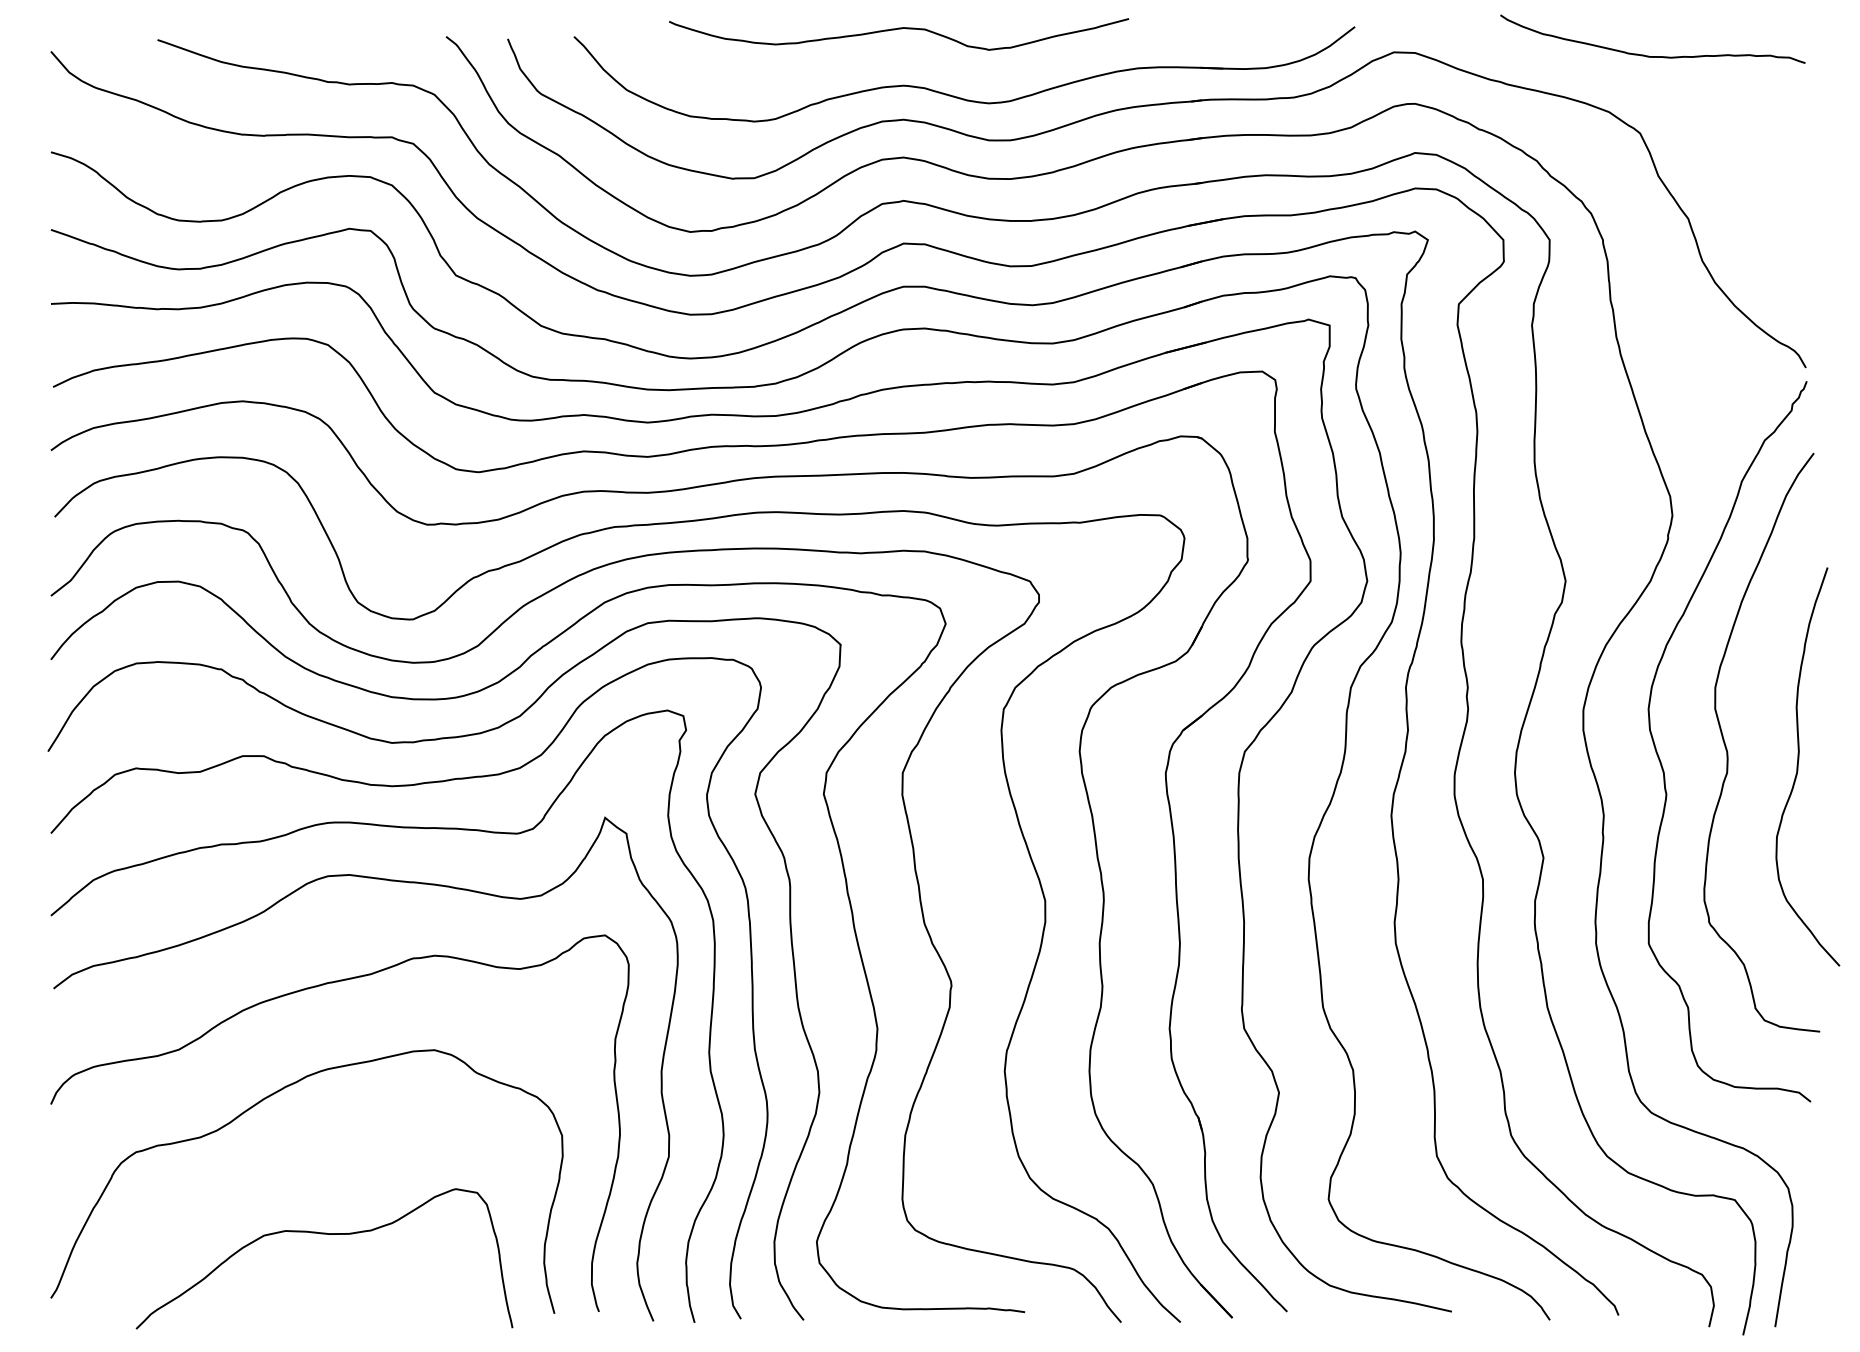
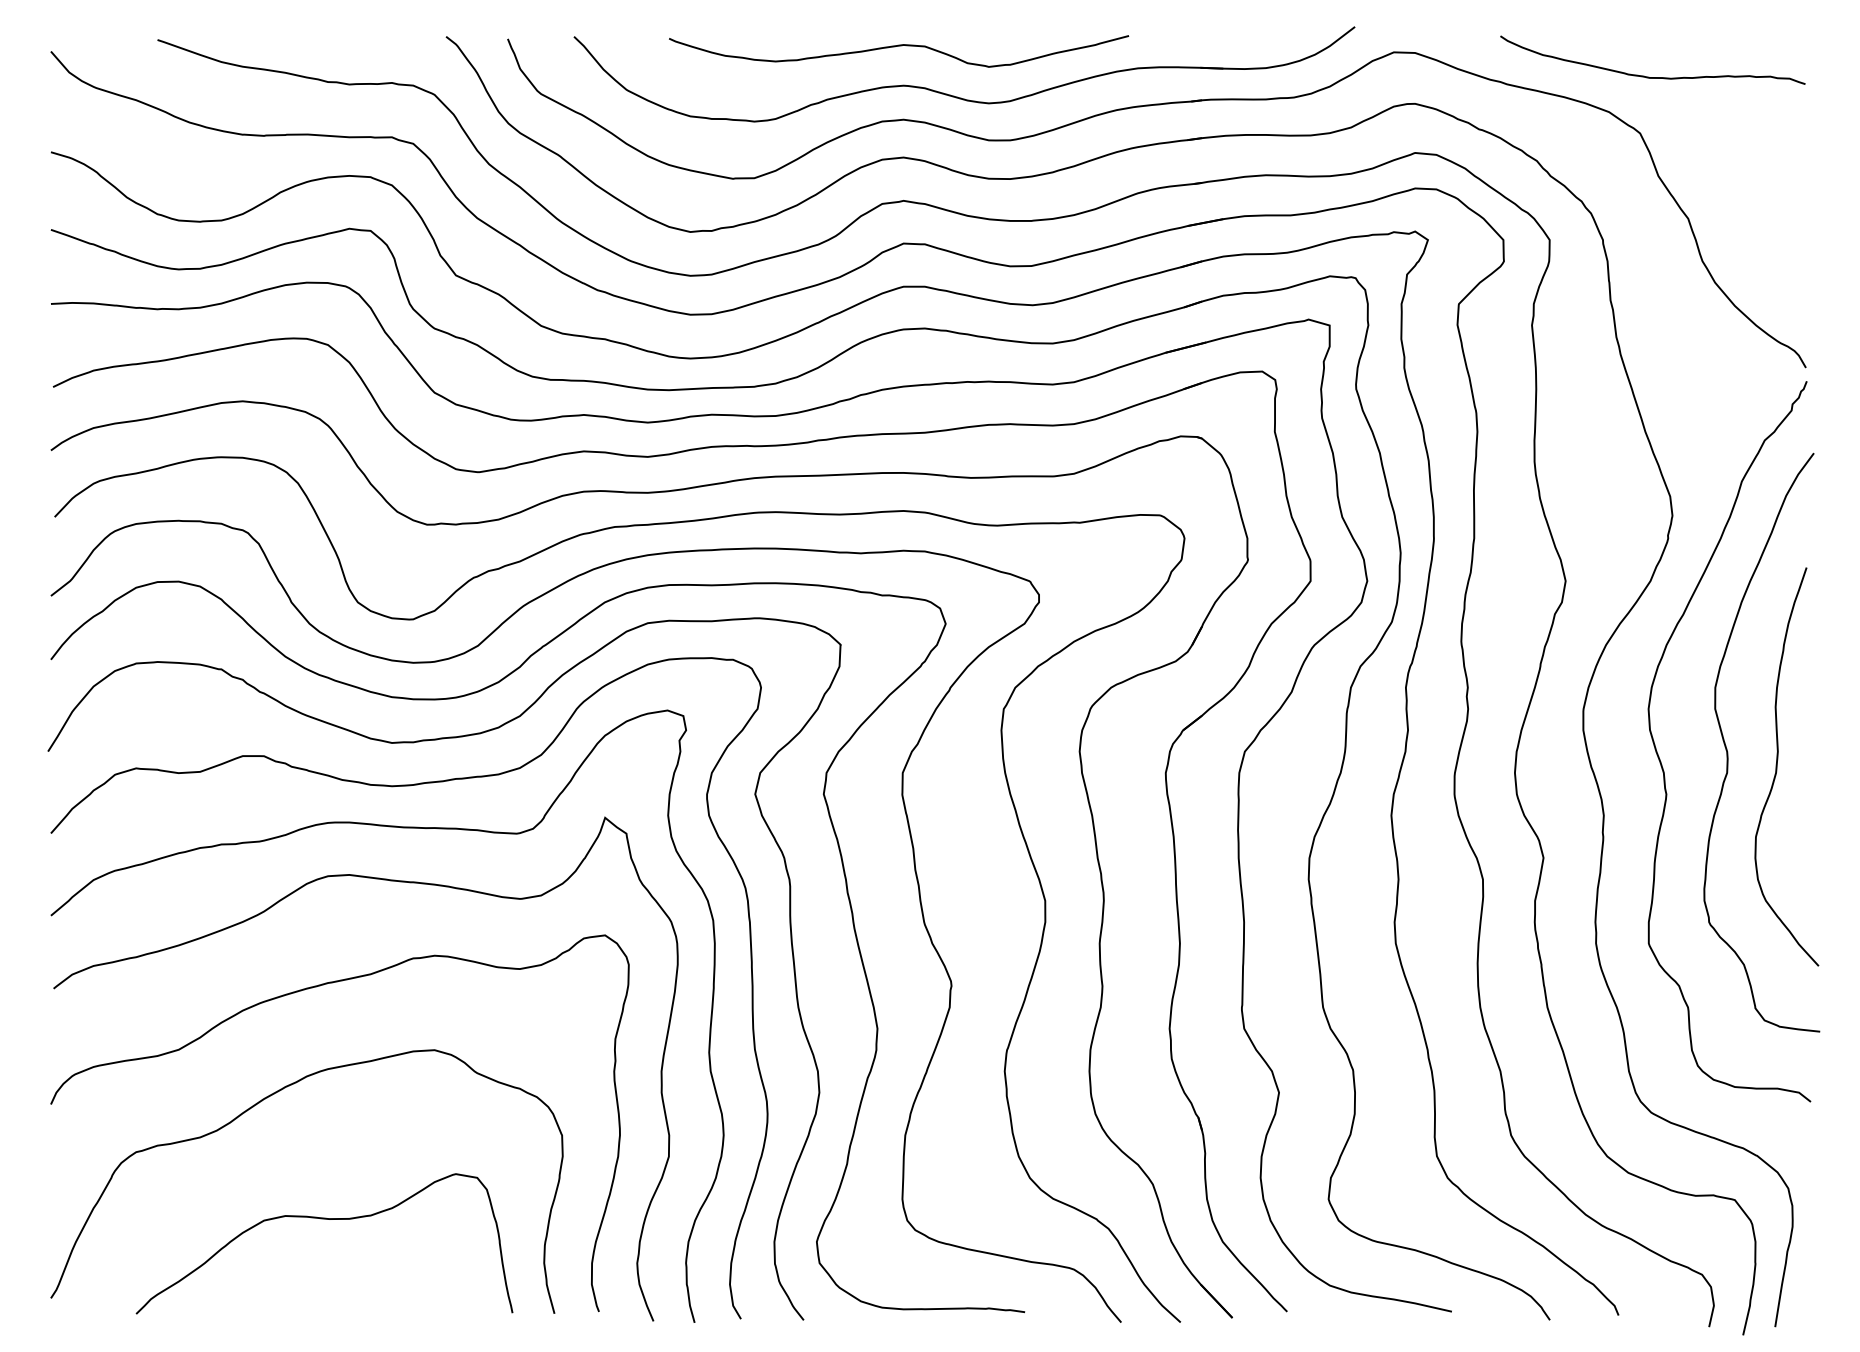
curve at (899, 29) position: (899, 29) -> (899, 46)
curve at (1648, 55) position: (1648, 55) -> (1648, 76)
curve at (1798, 766) position: (1798, 766) -> (1777, 766)
curve at (324, 1234) position: (324, 1234) -> (324, 1219)
